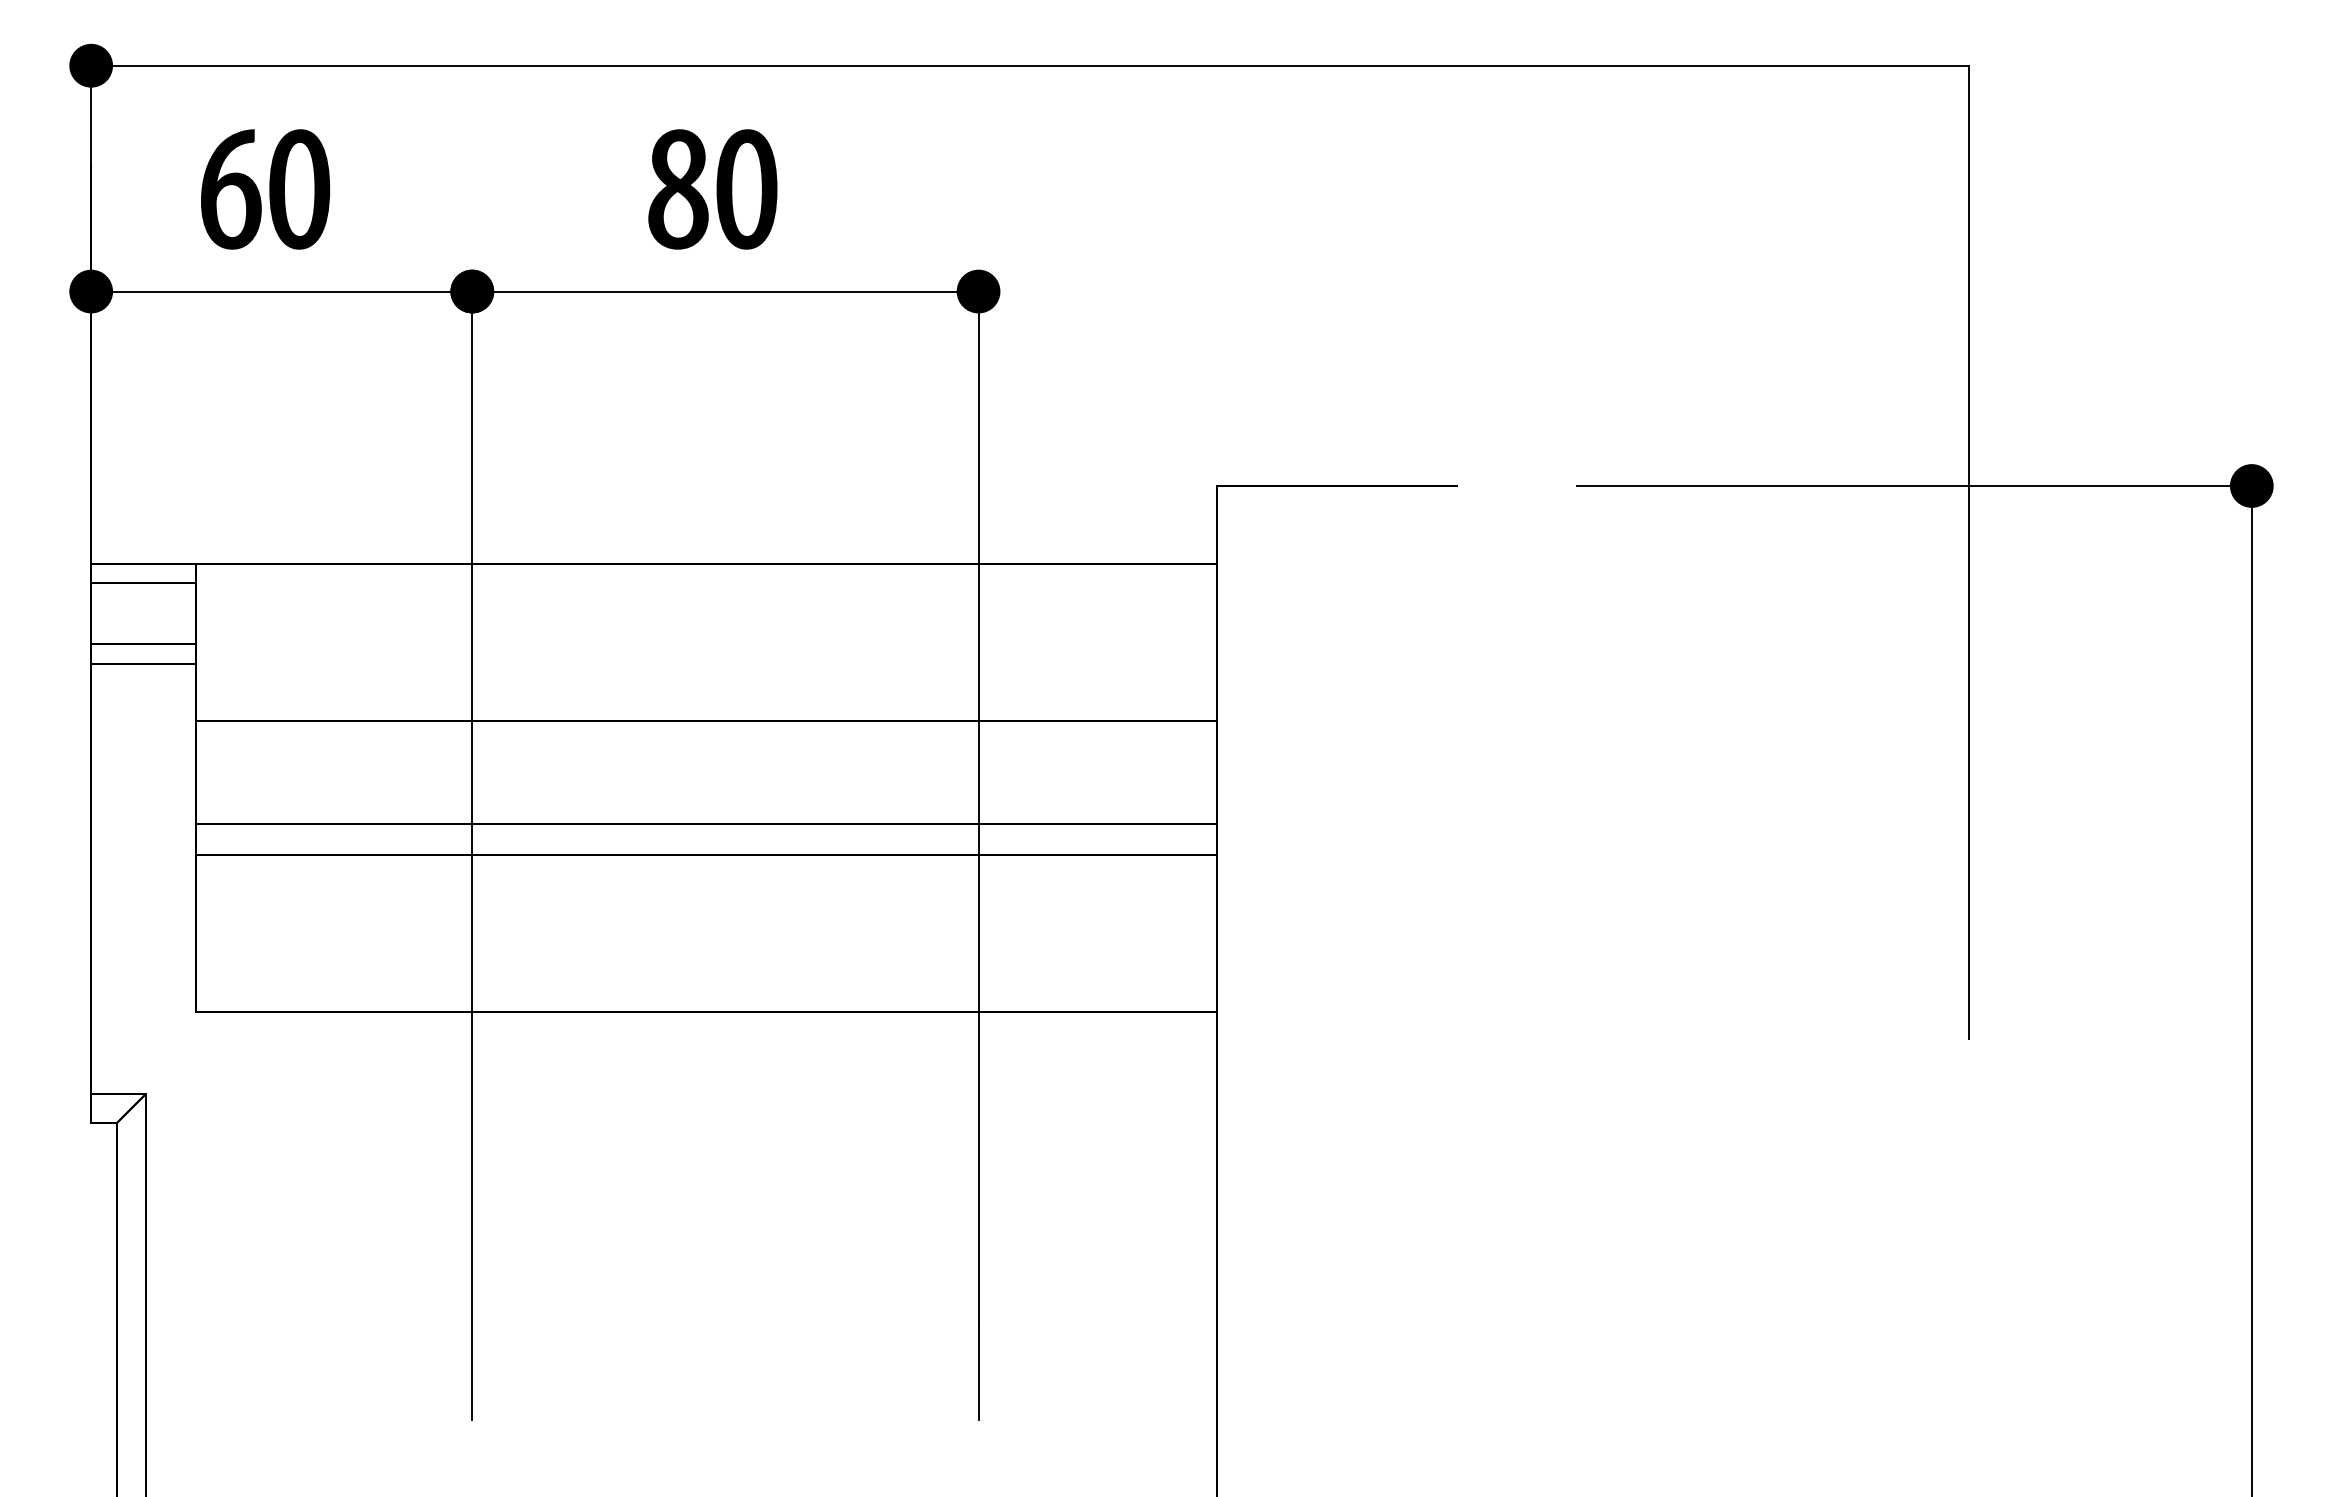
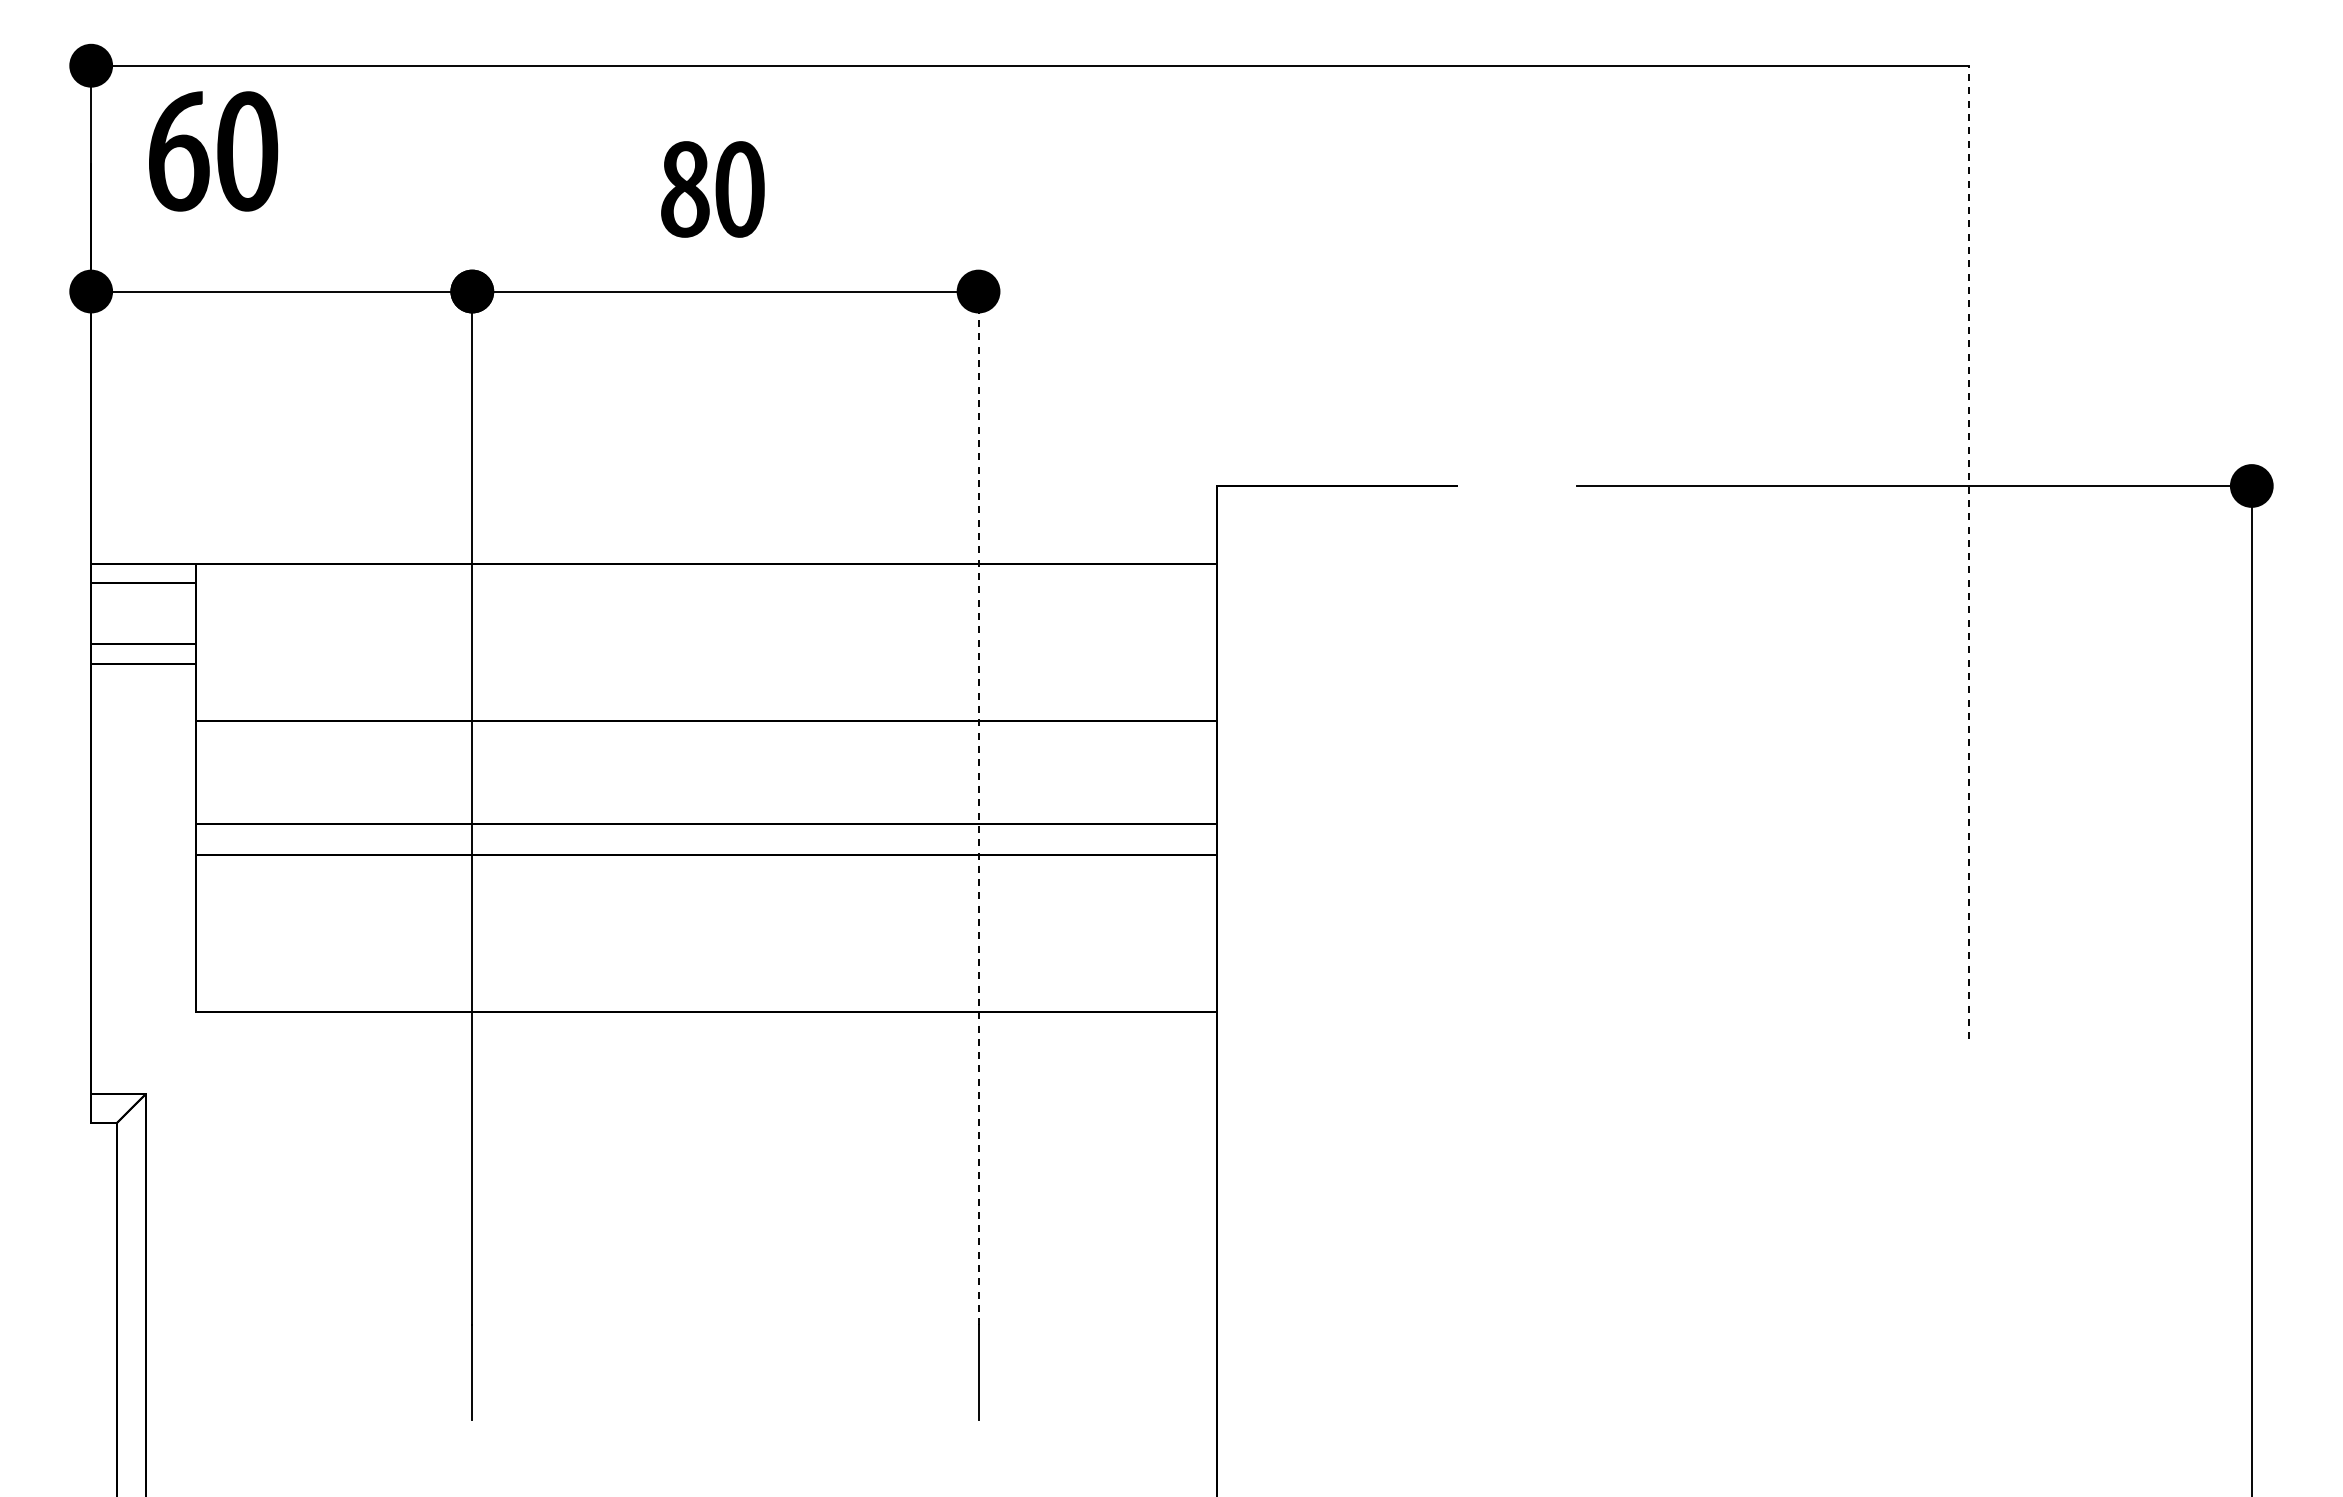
part at (265, 189) position: (265, 189) -> (213, 151)
part at (712, 189) size: 130x121 px -> 104x97 px
line at (1968, 552): solid -> dashed
line at (978, 808): solid -> dashed
